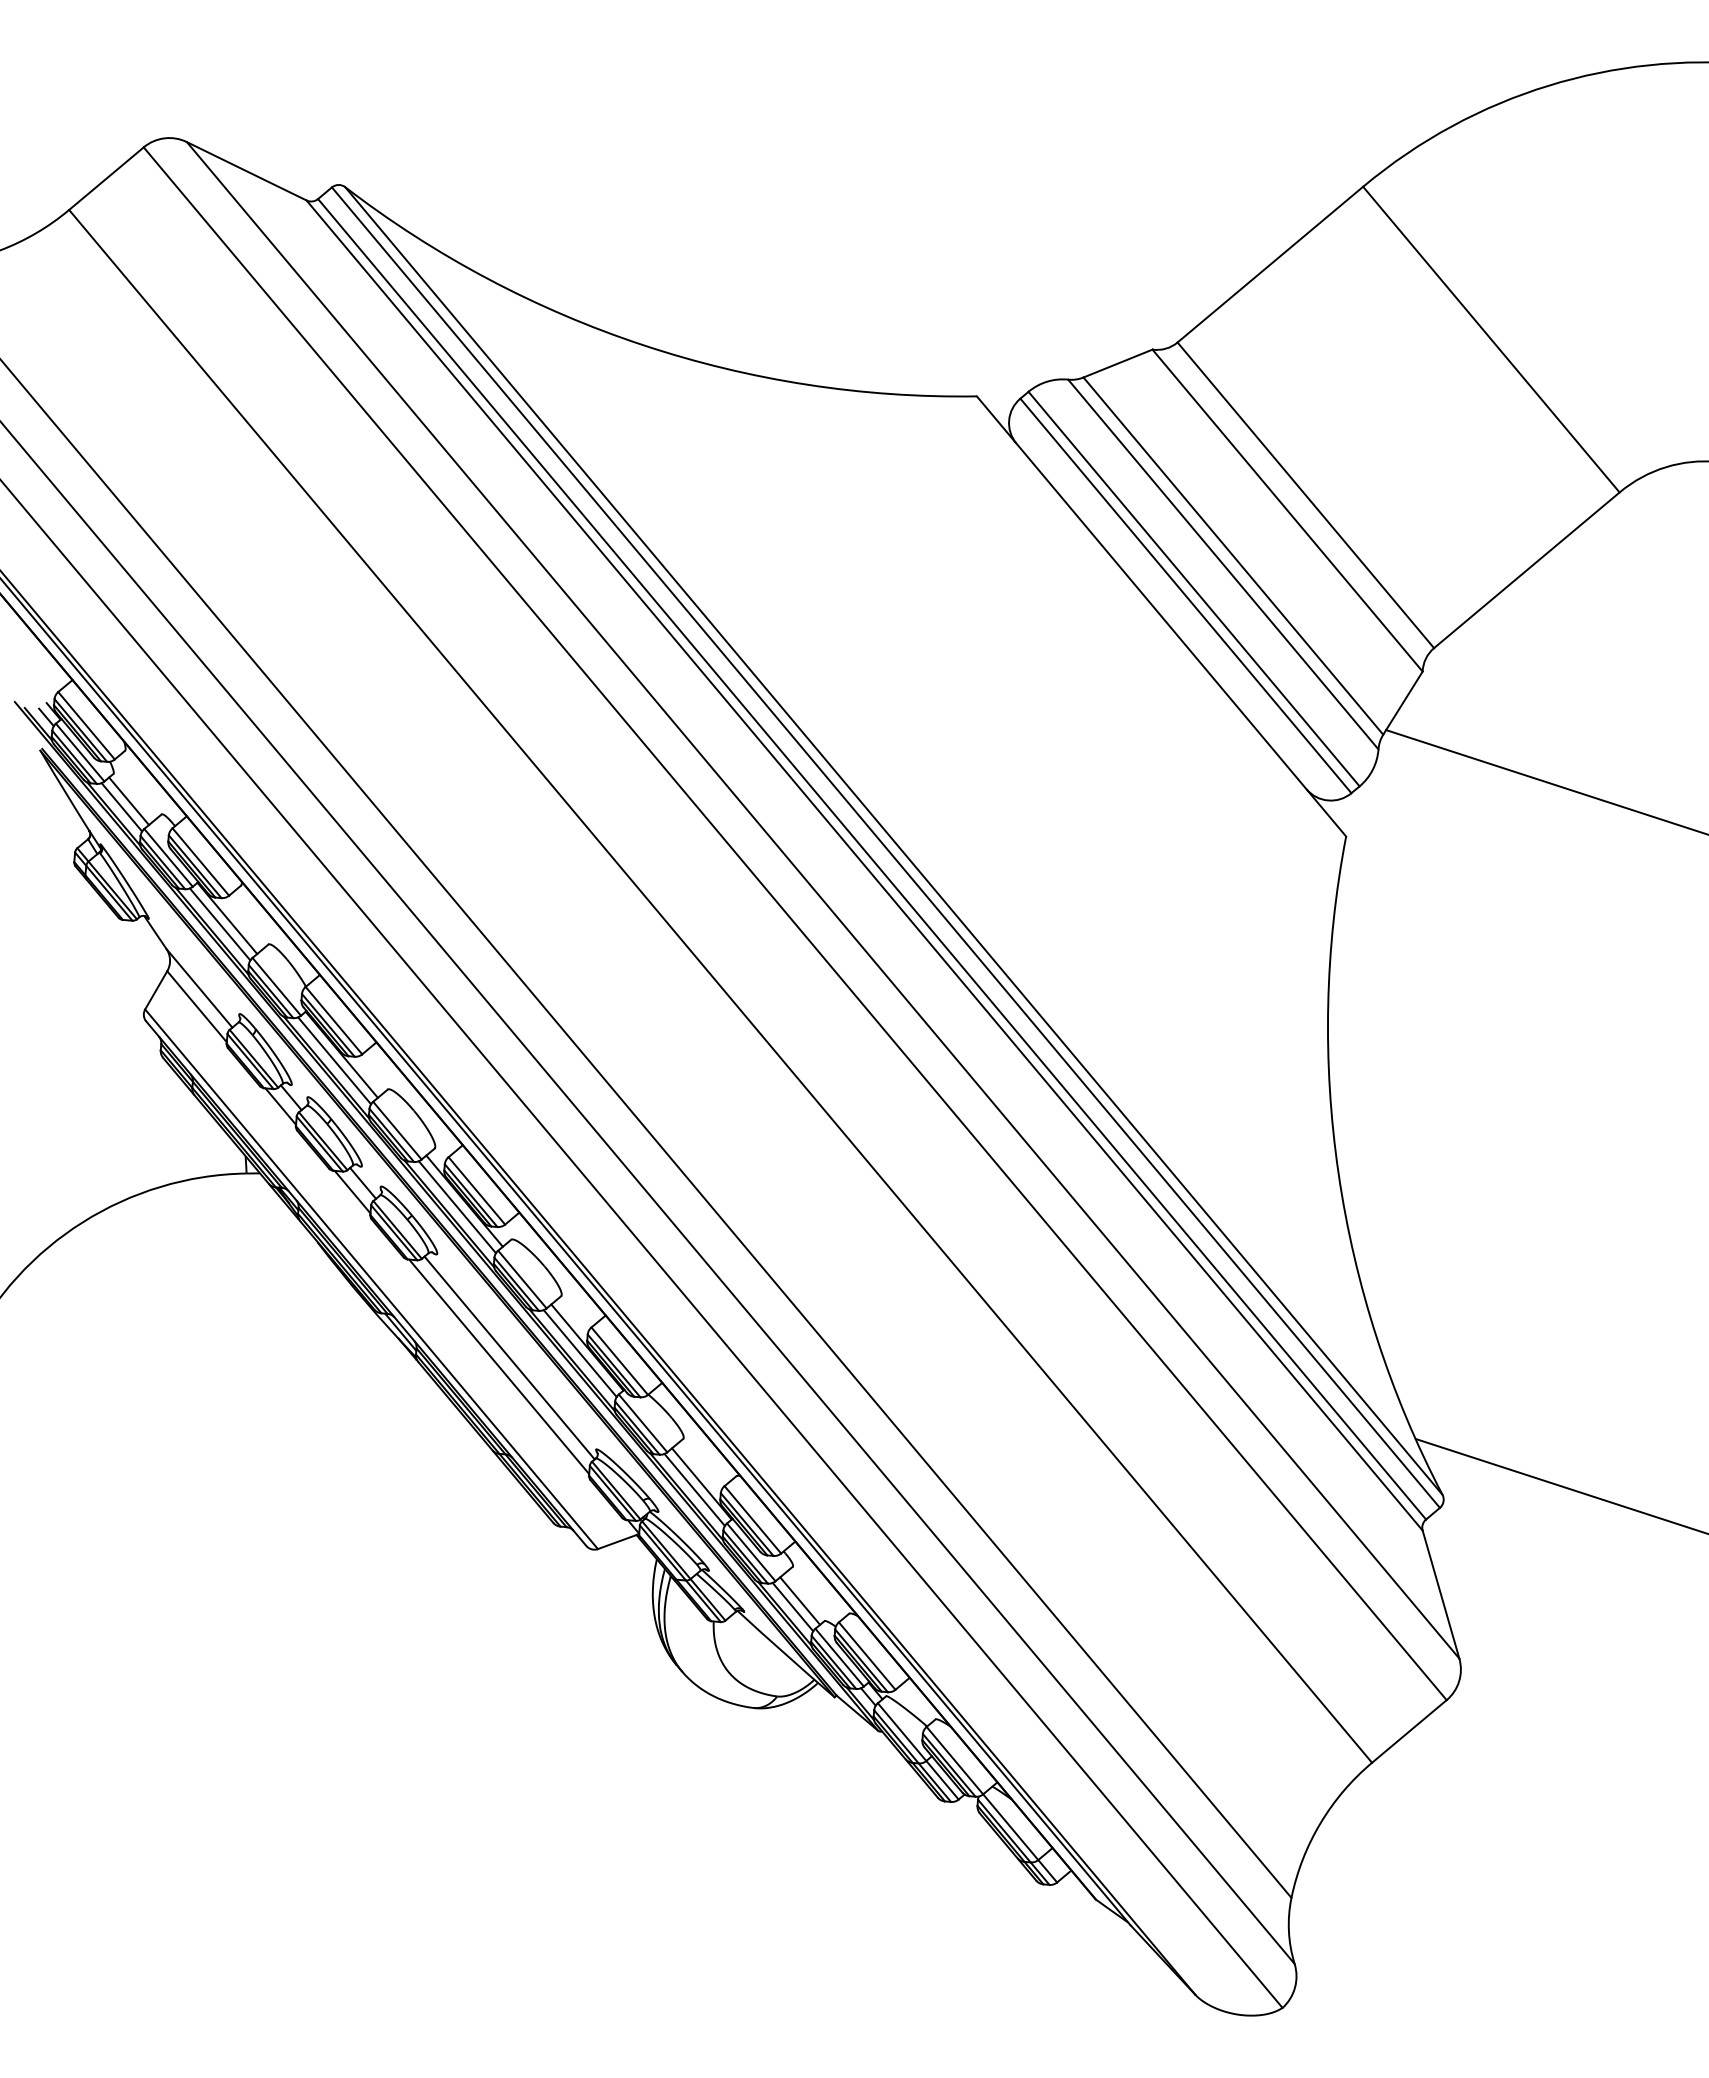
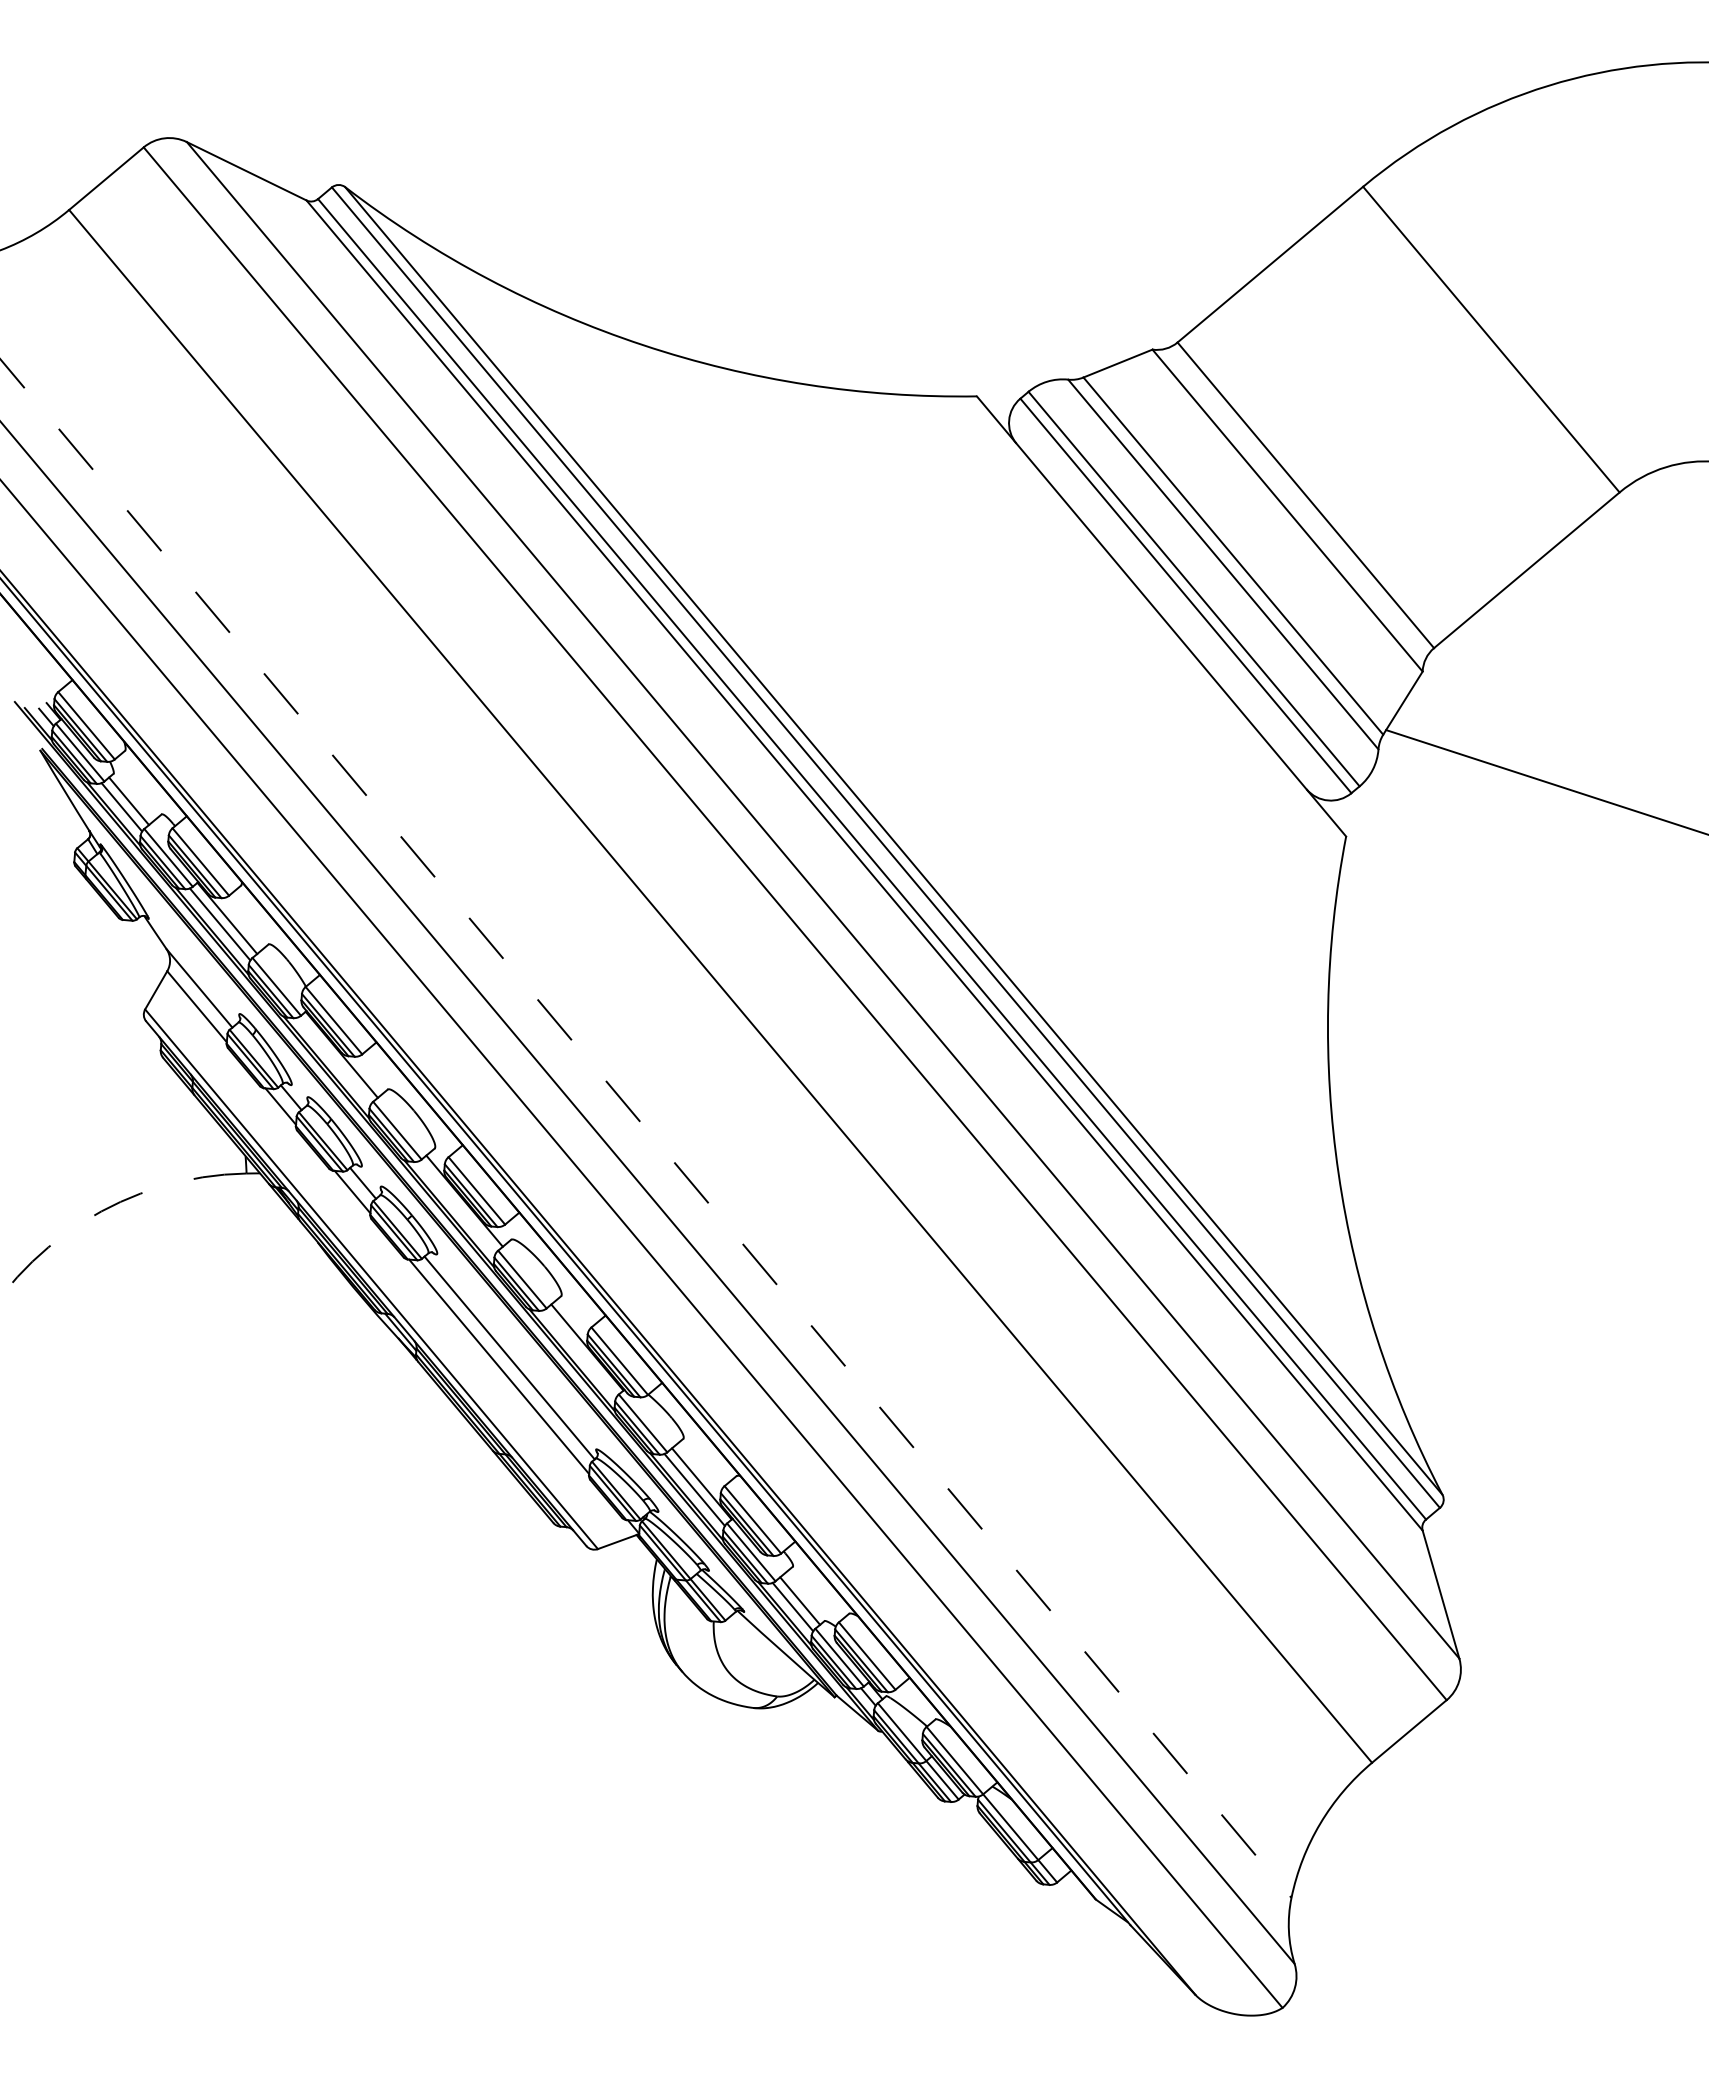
line at (334, 1060): present -> none
line at (646, 1129): solid -> dashed
arc at (108, 1207): solid -> dashed
line at (457, 1207): present -> none
line at (579, 1353): present -> none
line at (1560, 1486): present -> none
